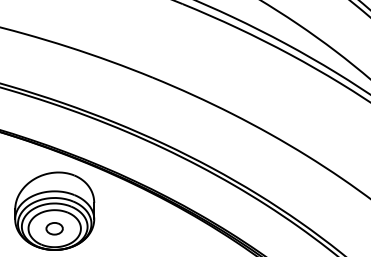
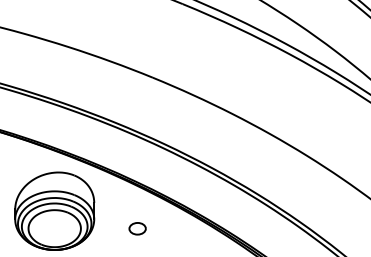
part at (54, 228) position: (54, 228) -> (137, 228)
